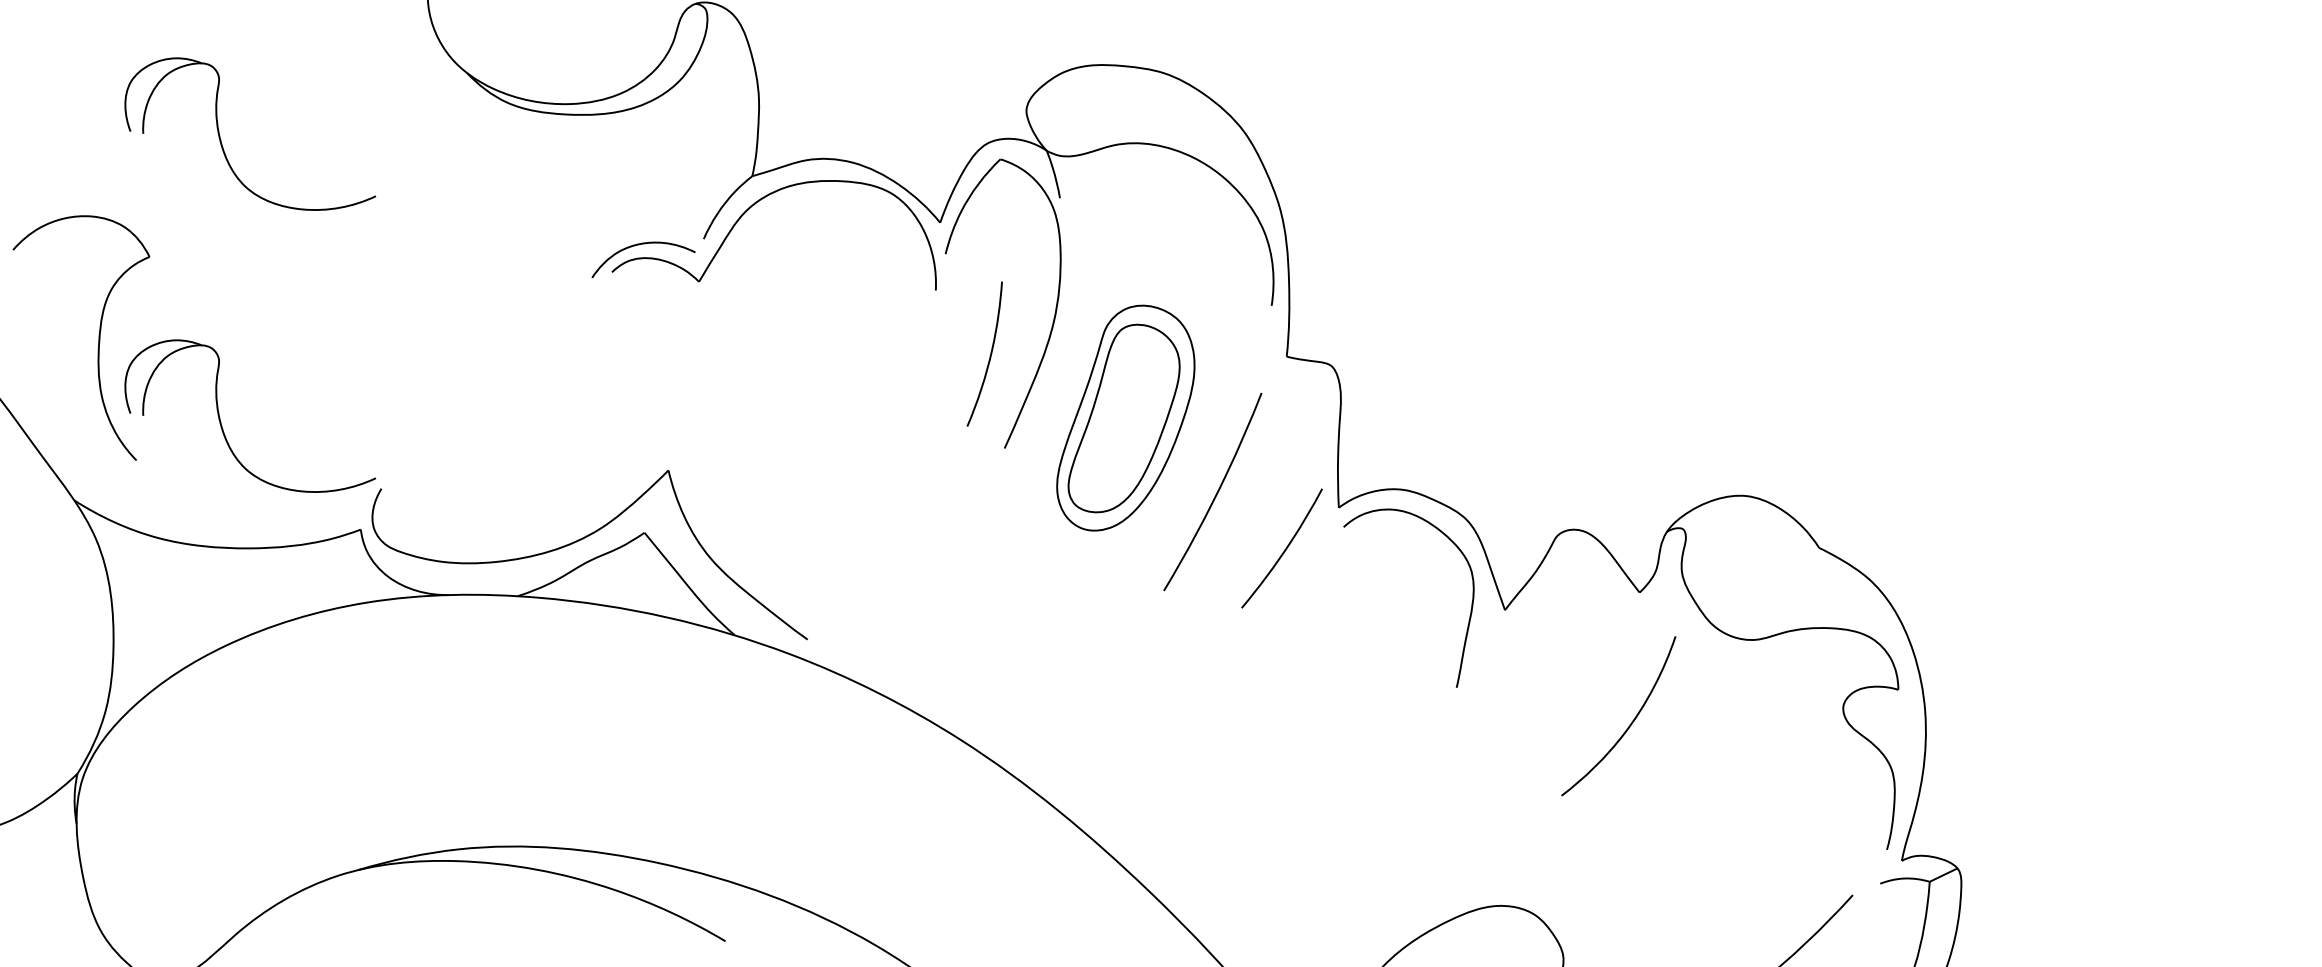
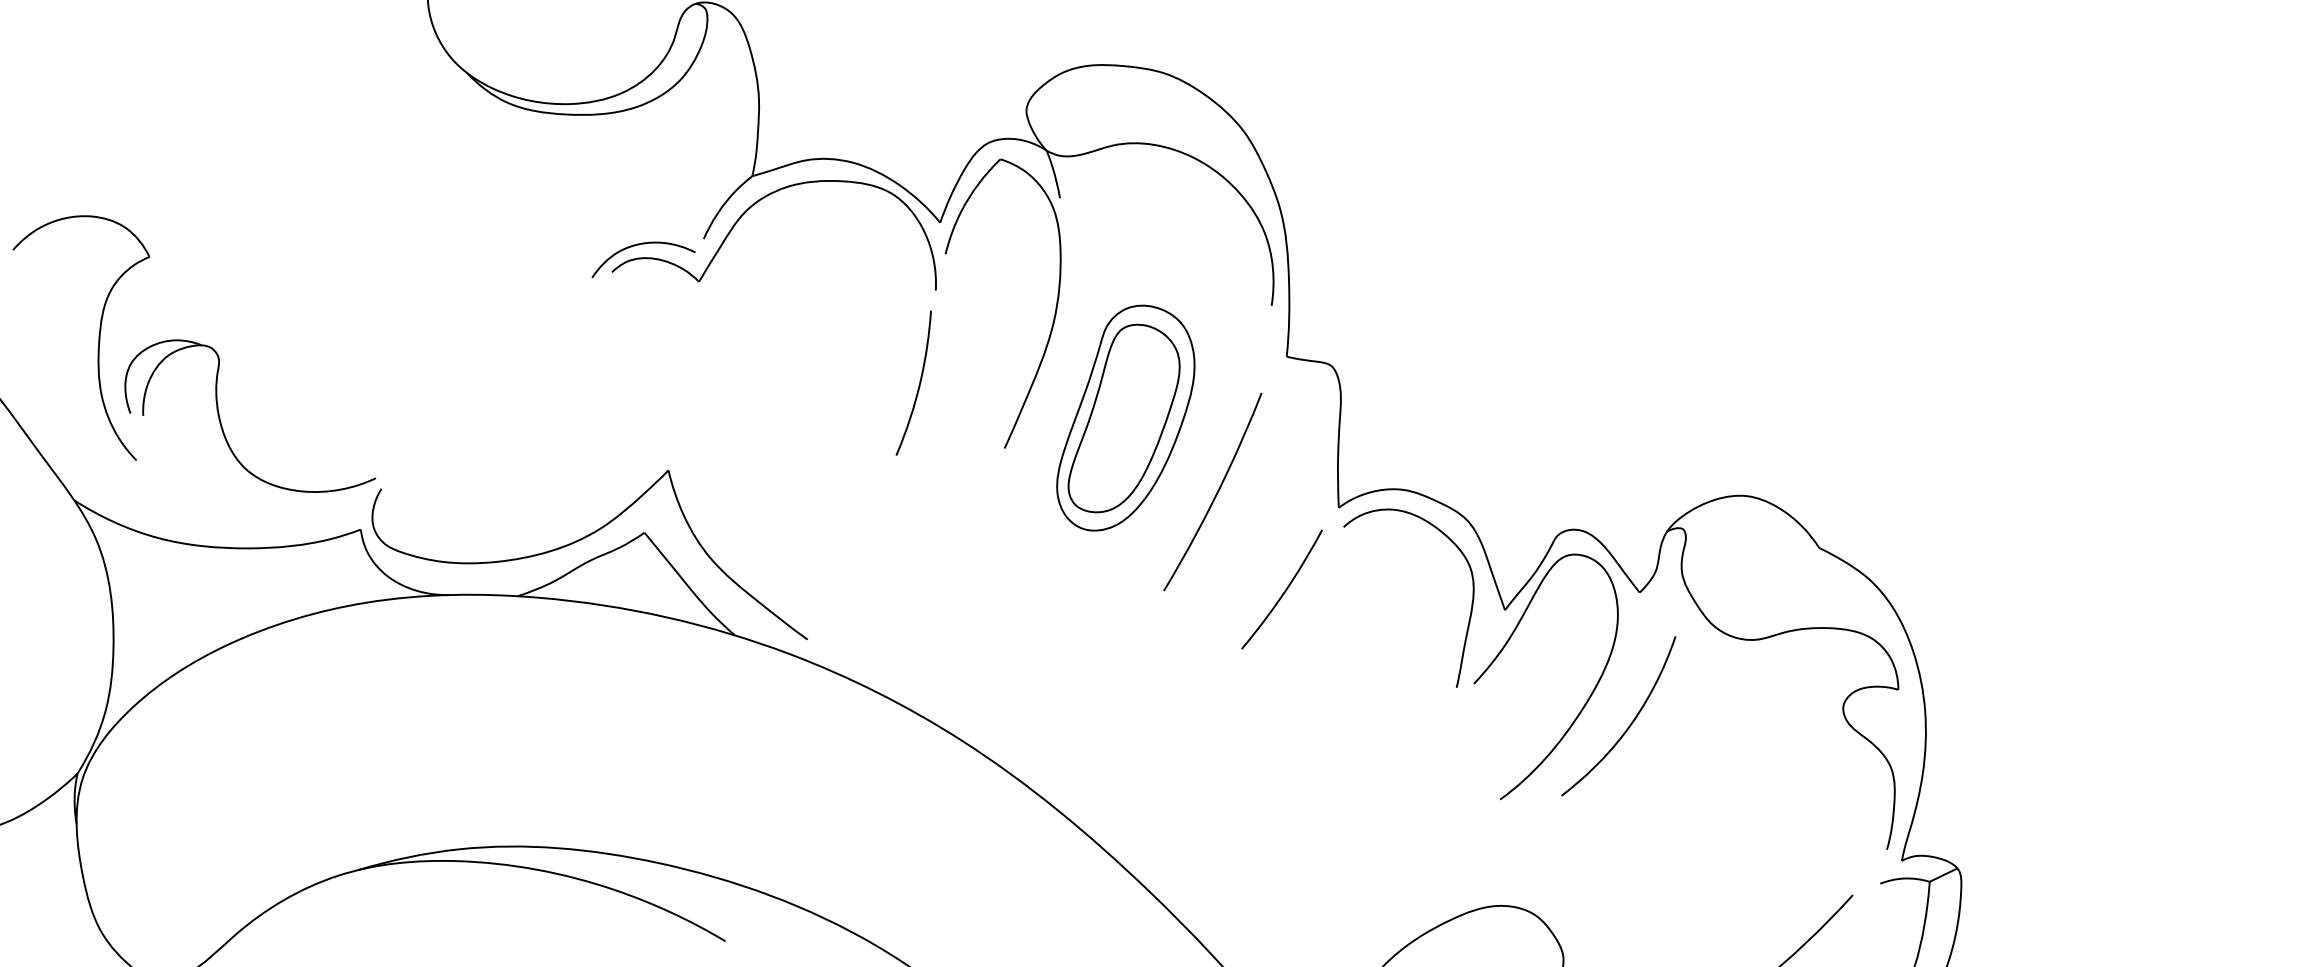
part at (221, 139): present -> none
curve at (989, 356) position: (989, 356) -> (918, 385)
curve at (1284, 549) position: (1284, 549) -> (1284, 590)
curve at (1585, 702): none -> present
